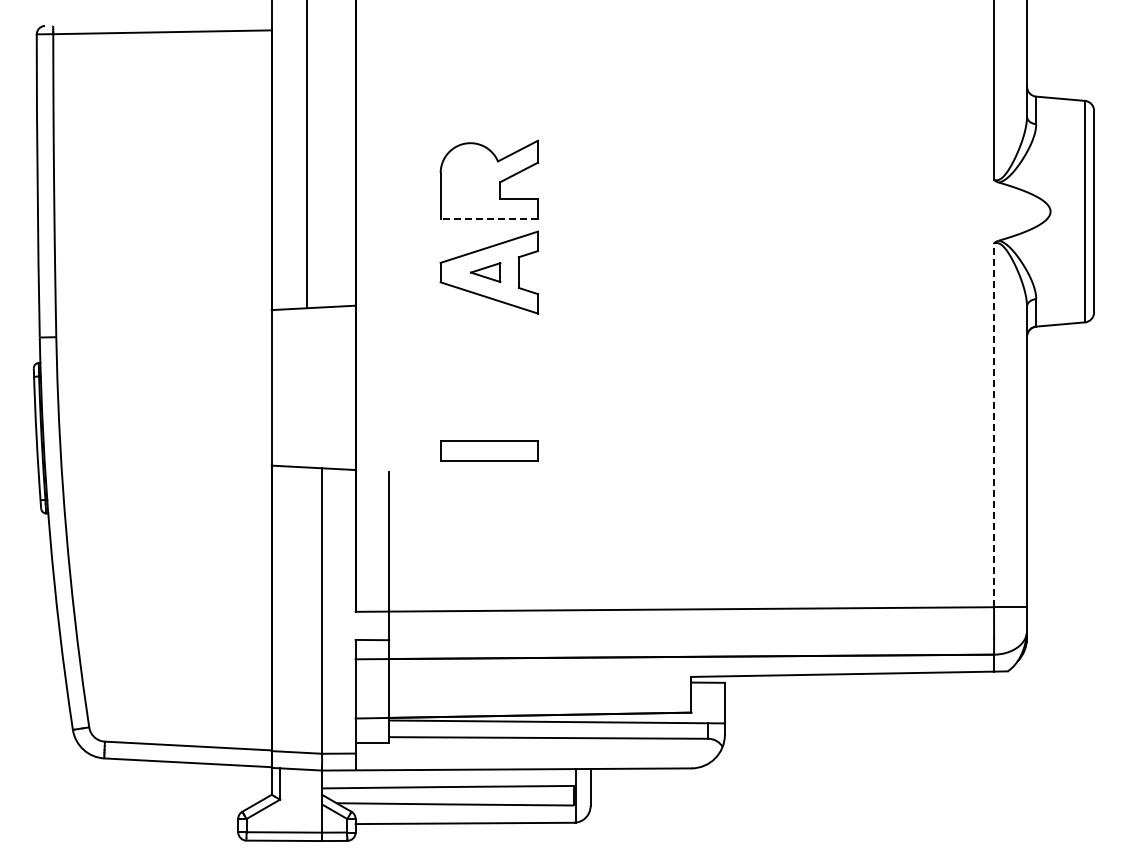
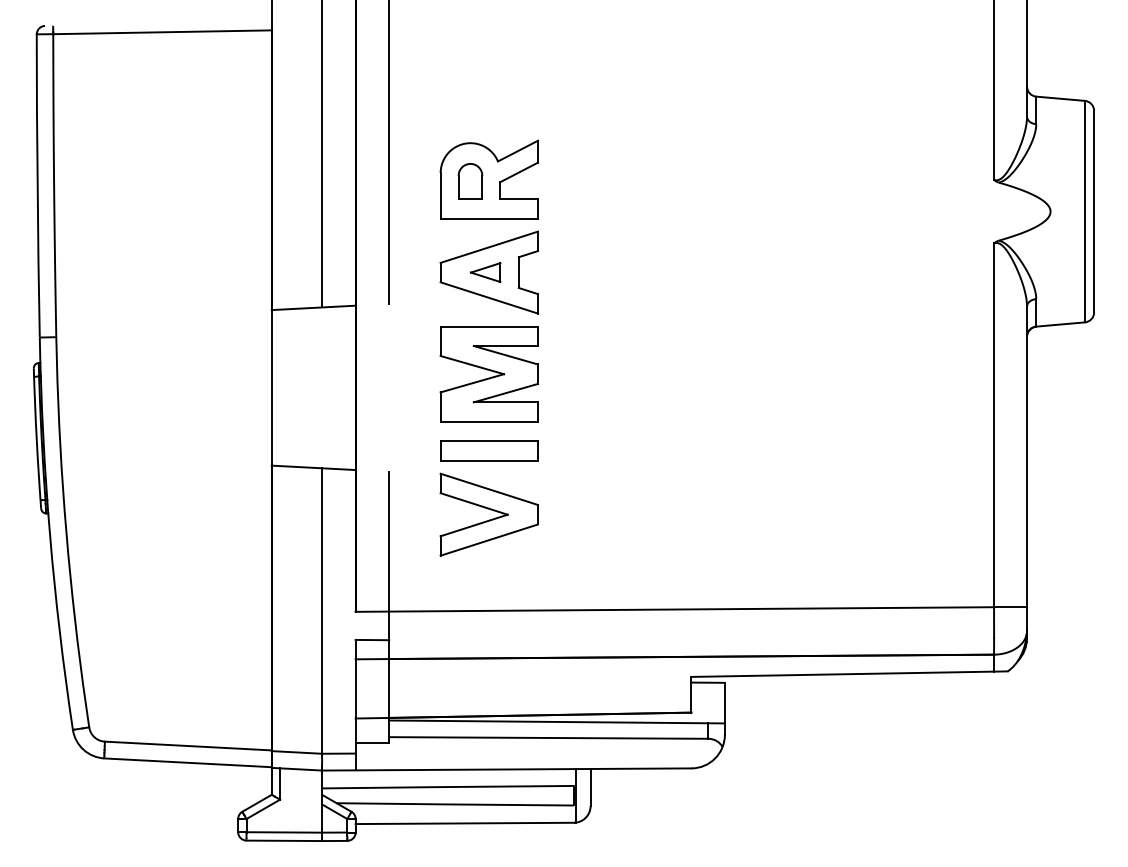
line at (389, 152): none -> present
line at (307, 154) position: (307, 154) -> (322, 154)
part at (470, 181): none -> present
line at (489, 218): dashed -> solid
part at (488, 374): none -> present
line at (994, 425): dashed -> solid
part at (488, 514): none -> present
